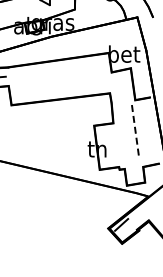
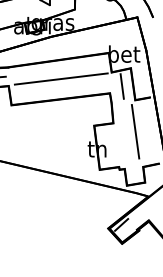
line at (60, 78): none -> present
line at (121, 86): none -> present
line at (135, 131): dashed -> solid
